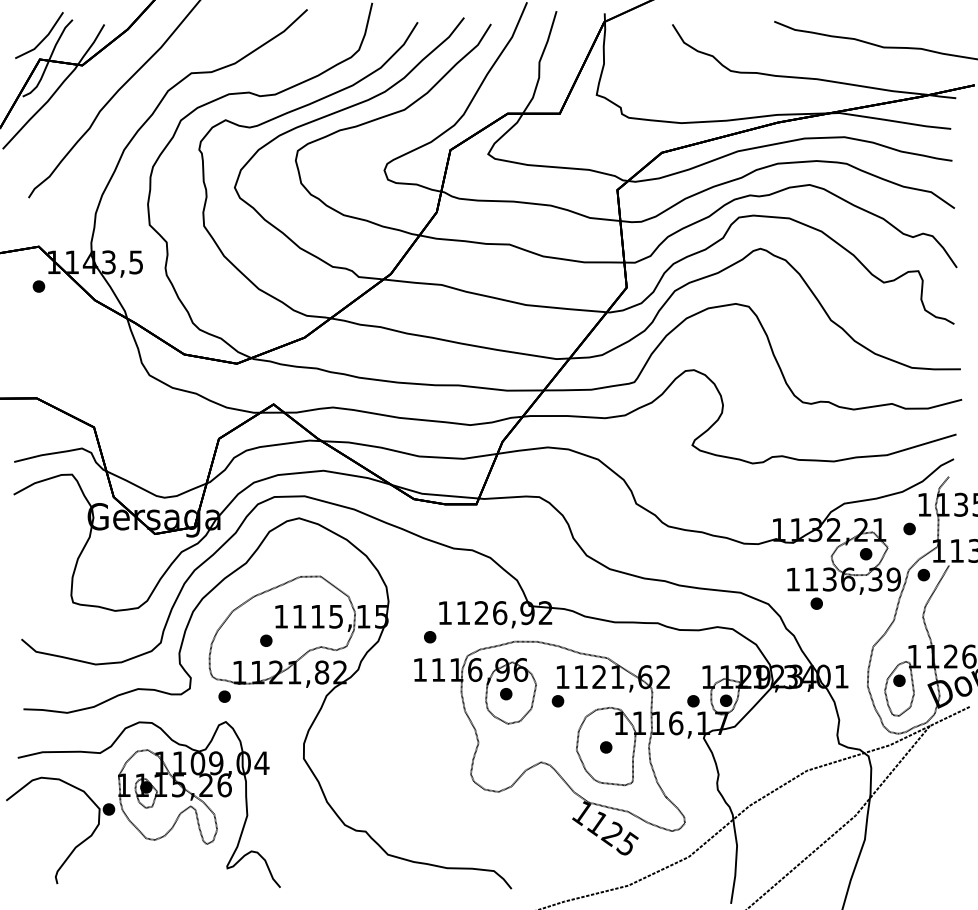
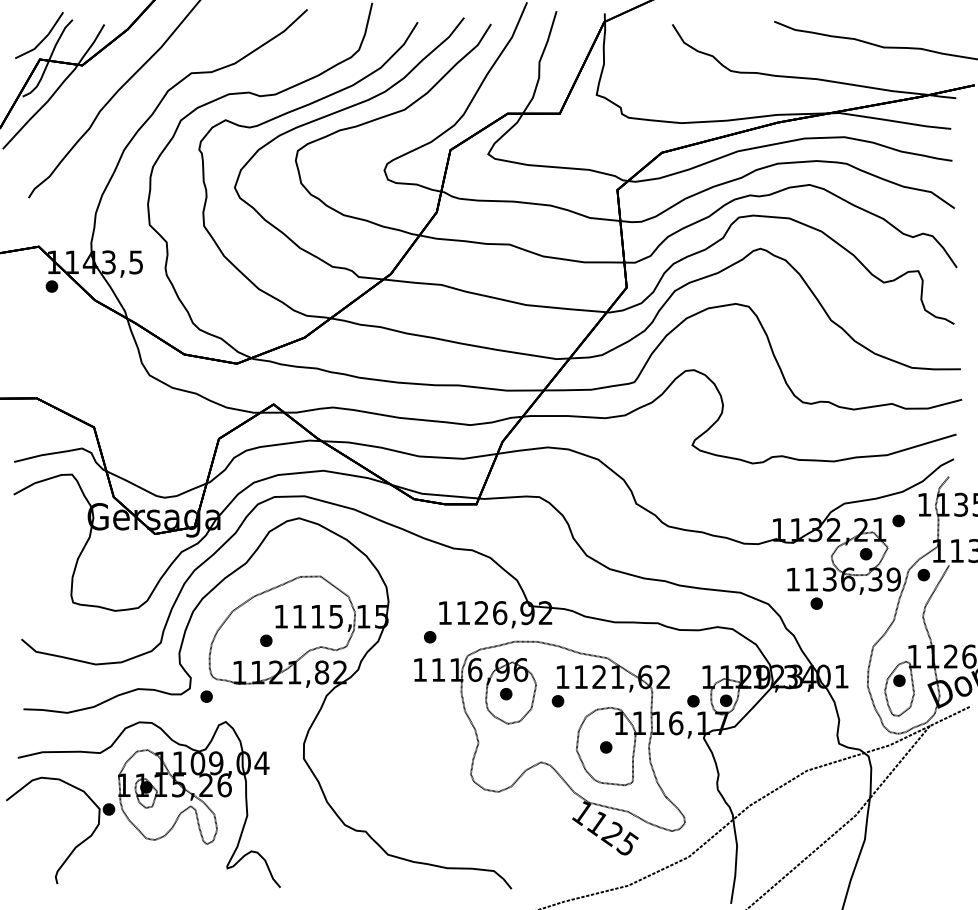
part at (38, 286) position: (38, 286) -> (51, 286)
part at (909, 528) position: (909, 528) -> (898, 520)
part at (224, 696) position: (224, 696) -> (206, 696)
